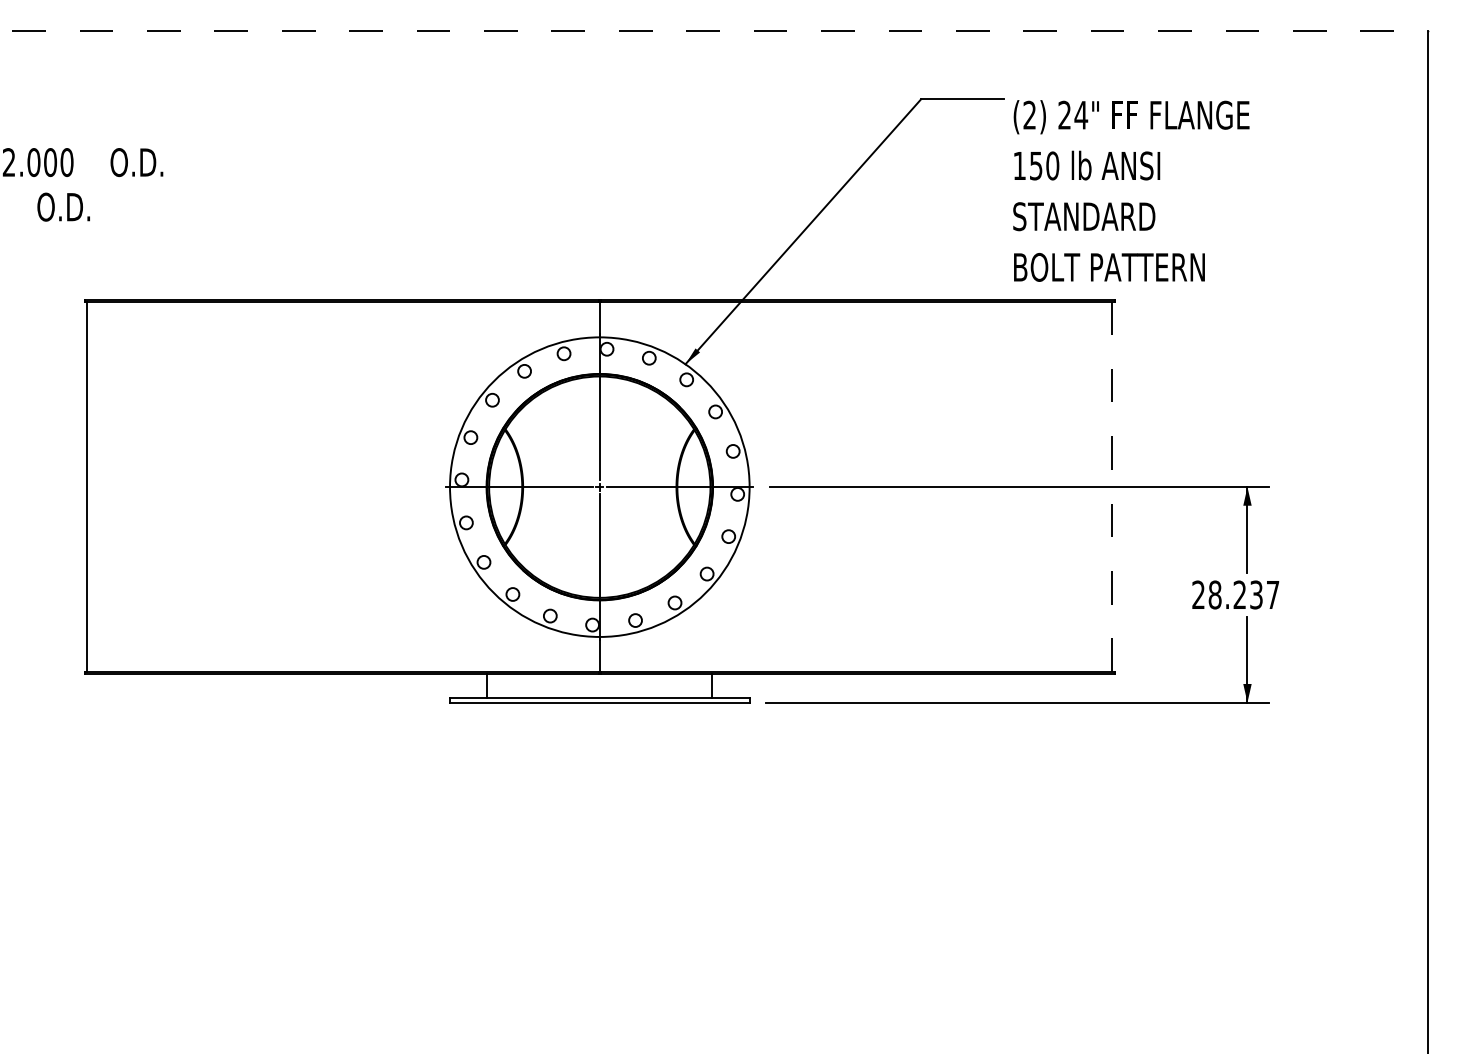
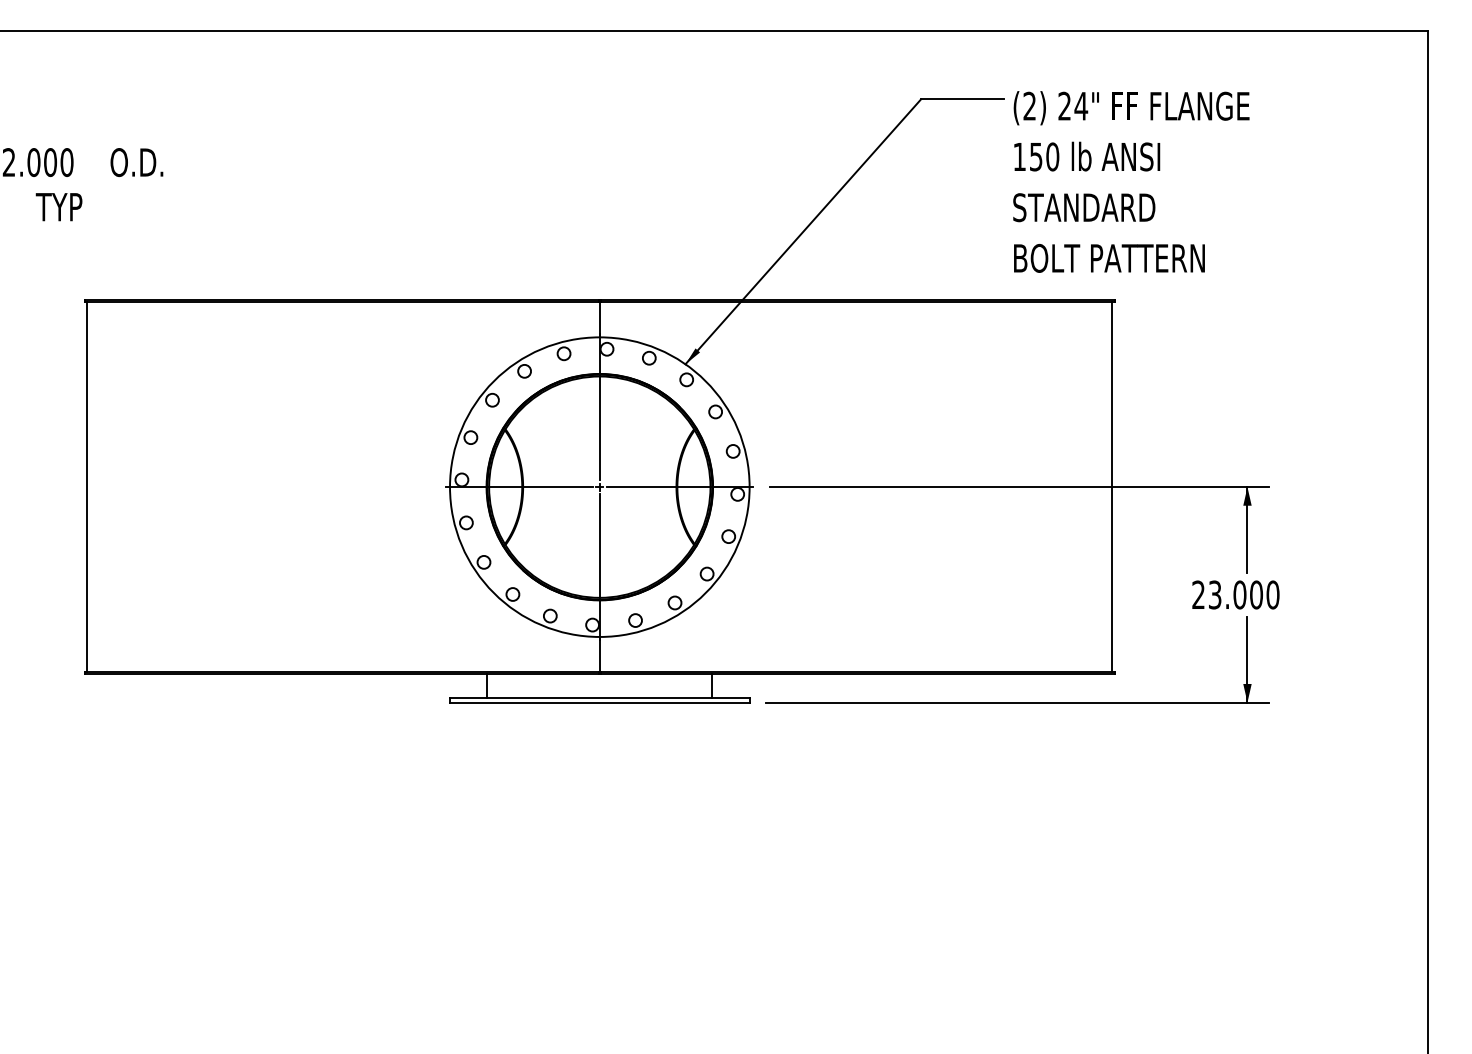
line at (713, 31): dashed -> solid
text at (1131, 190) position: (1131, 190) -> (1131, 181)
text at (62, 206): O.D. -> TYP
line at (1112, 487): dashed -> solid
text at (1243, 594): 28.237 -> 23.000
